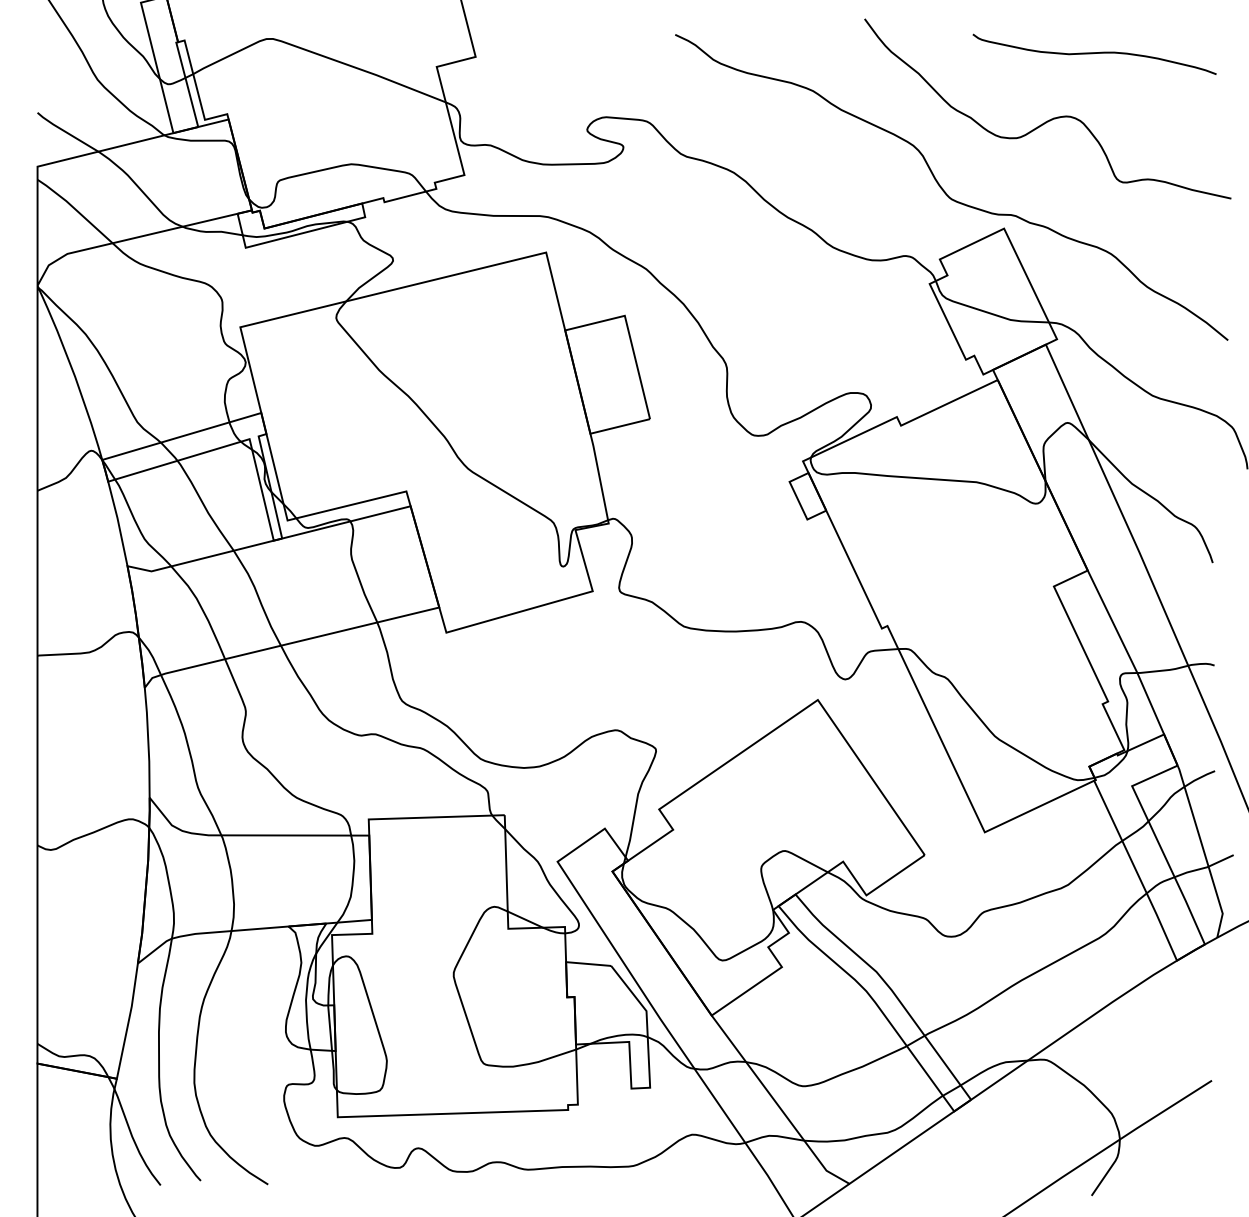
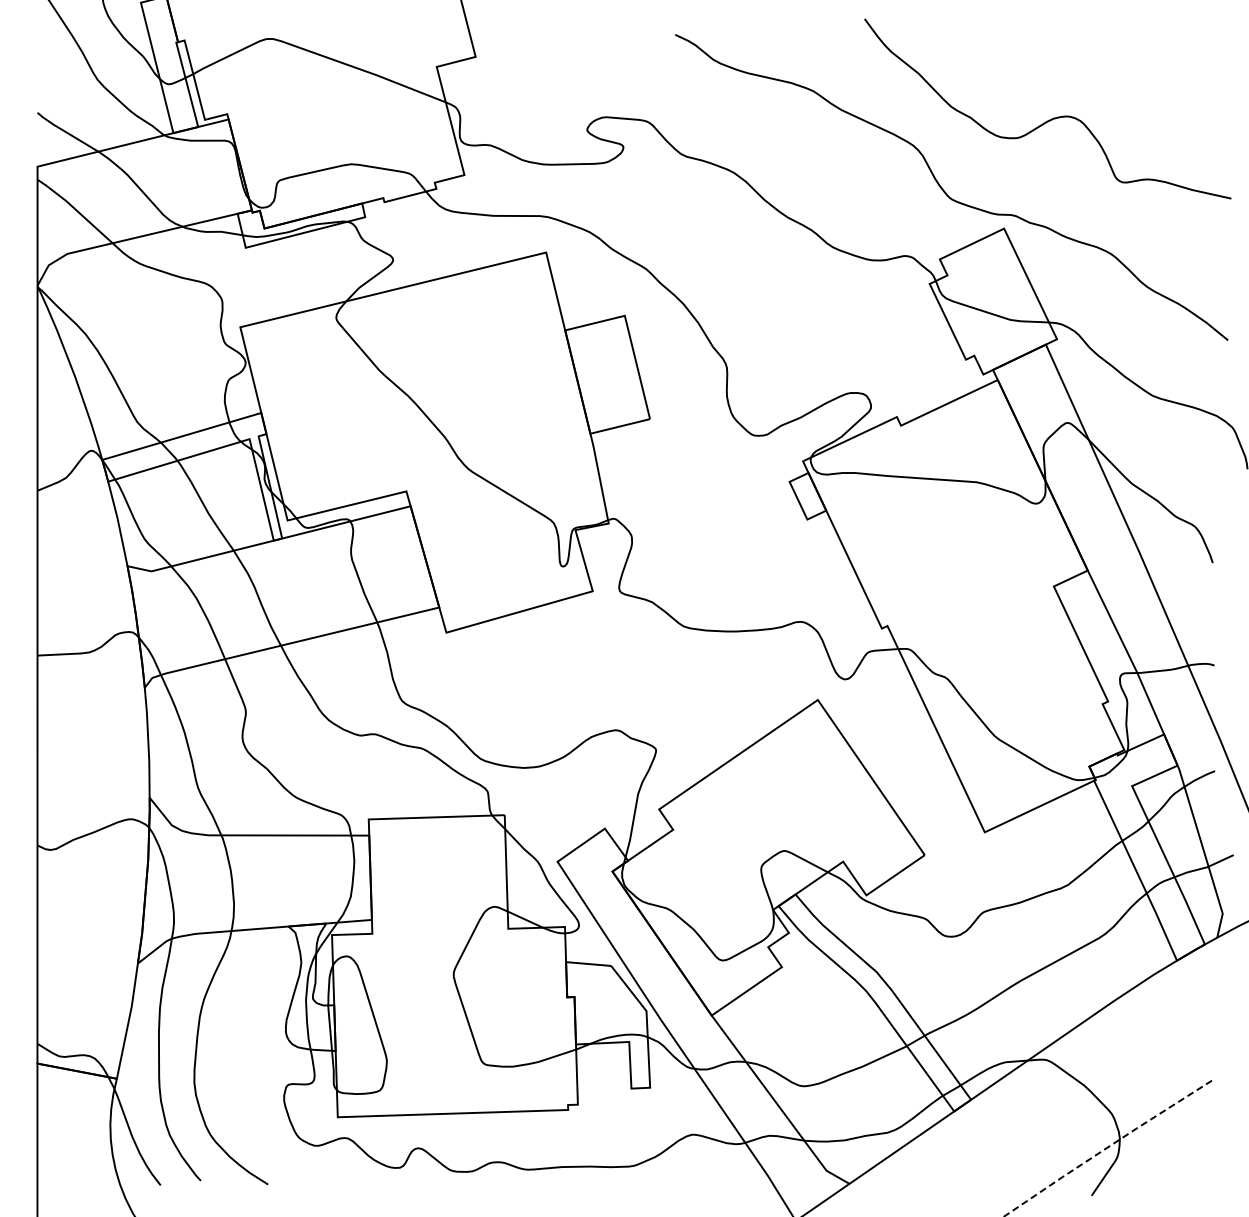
curve at (1094, 53): present -> none
line at (1106, 1148): solid -> dashed
